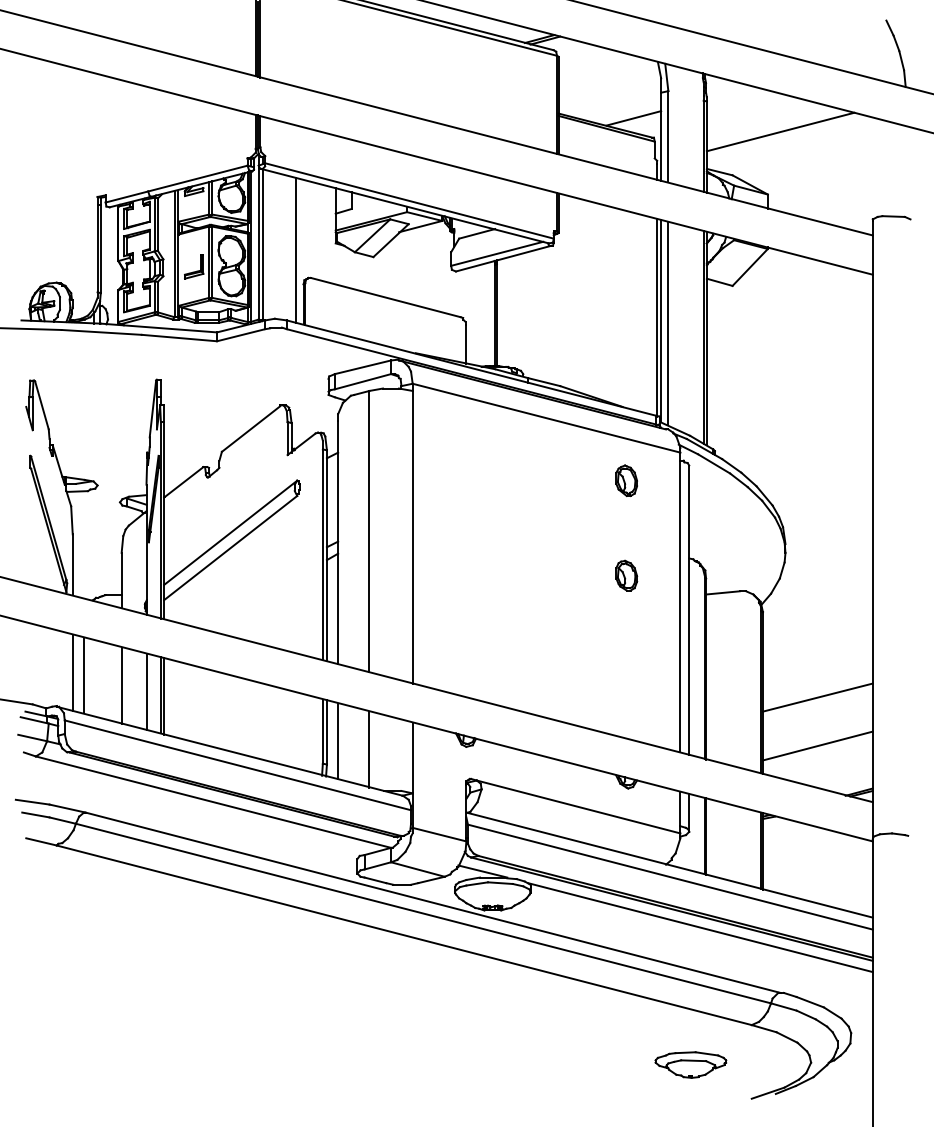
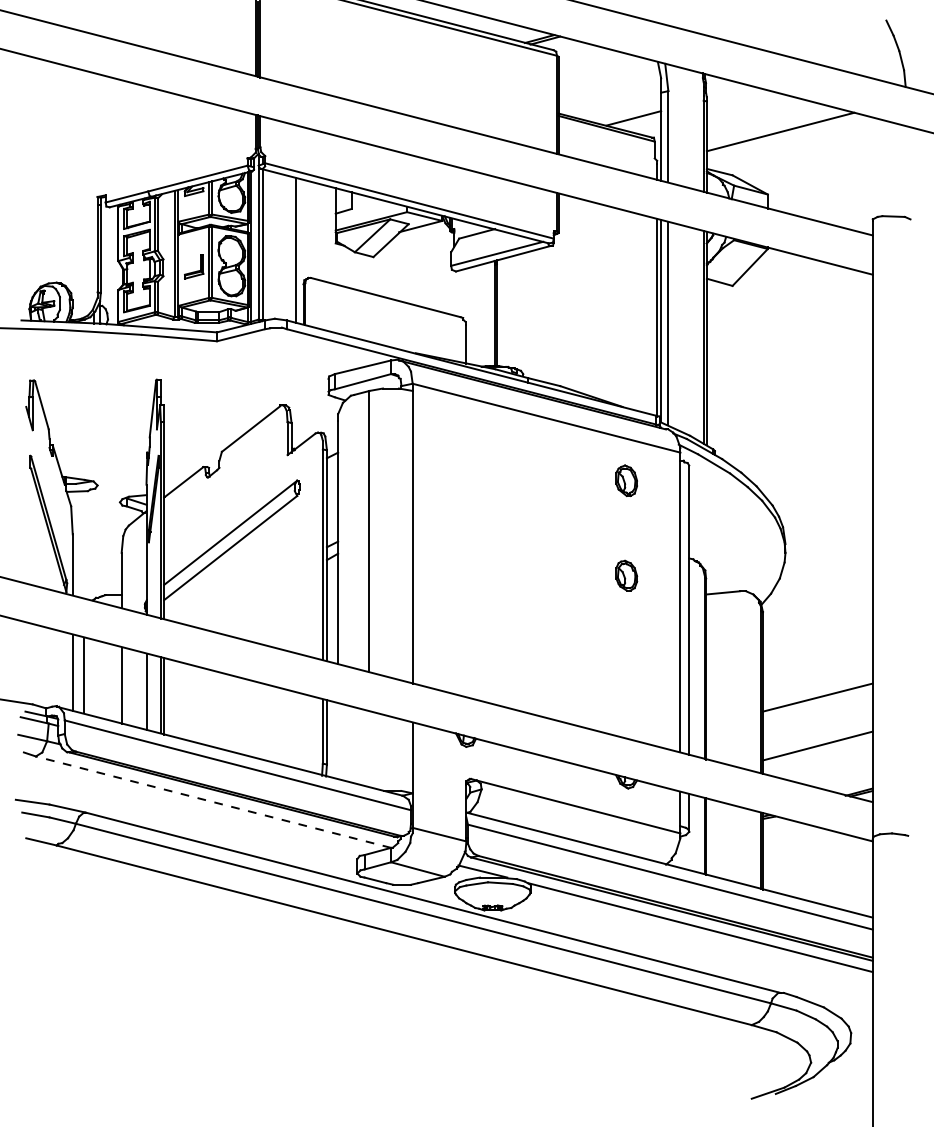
line at (338, 740): present -> none
line at (369, 749): present -> none
line at (213, 802): solid -> dashed
part at (690, 1064): present -> none
